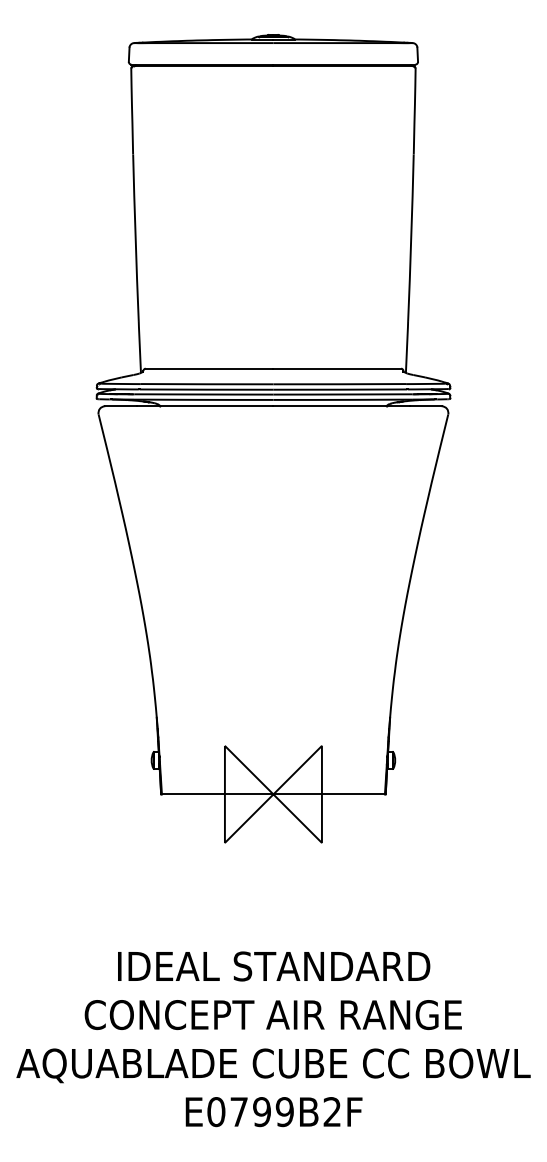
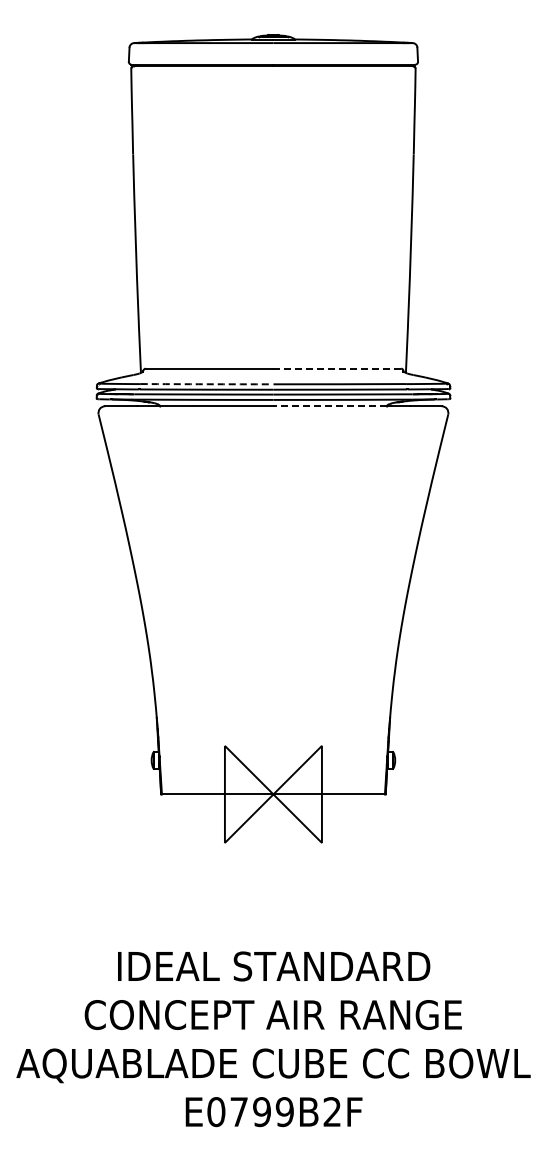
line at (337, 368): solid -> dashed
arc at (207, 384): solid -> dashed
line at (330, 406): solid -> dashed
